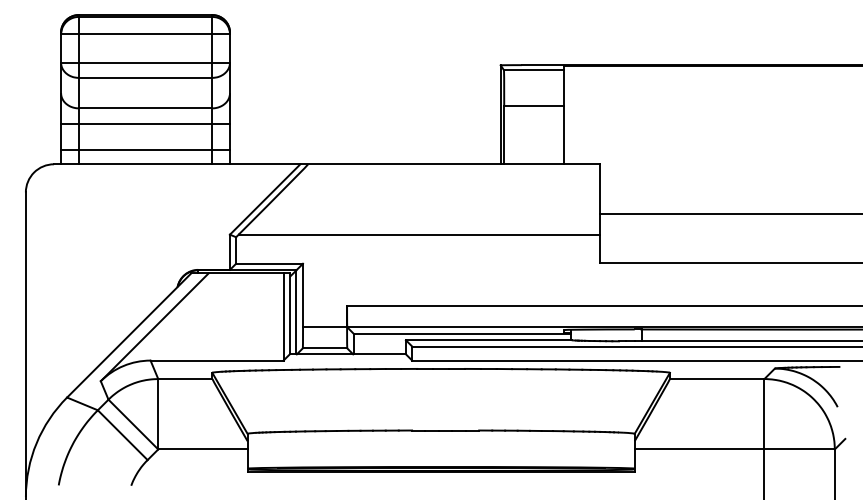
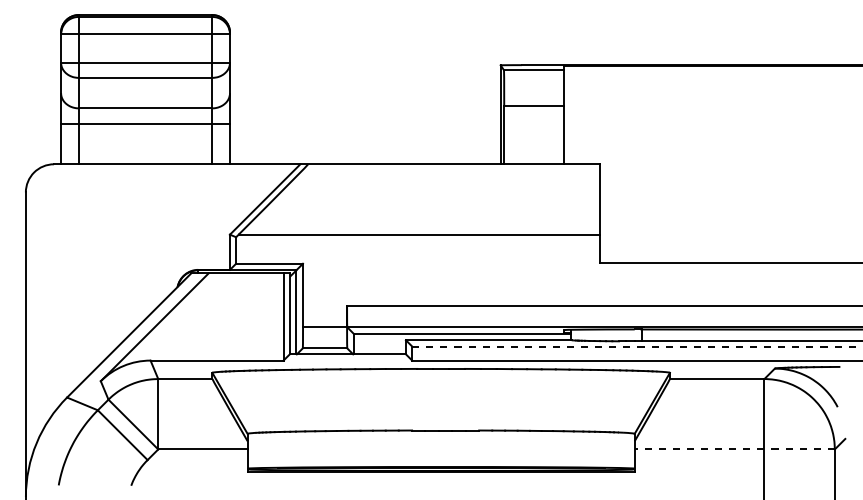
line at (145, 150): present -> none
line at (729, 213): present -> none
line at (637, 346): solid -> dashed
line at (734, 449): solid -> dashed
